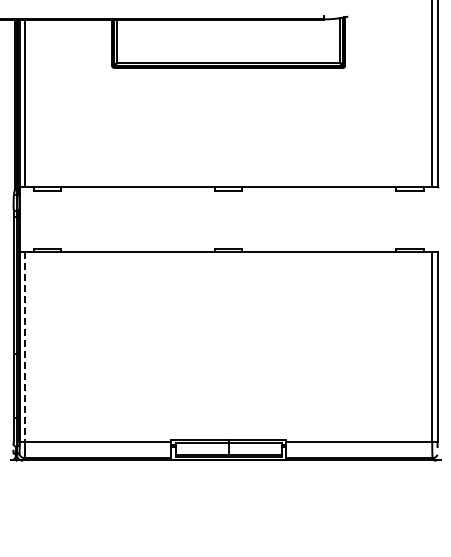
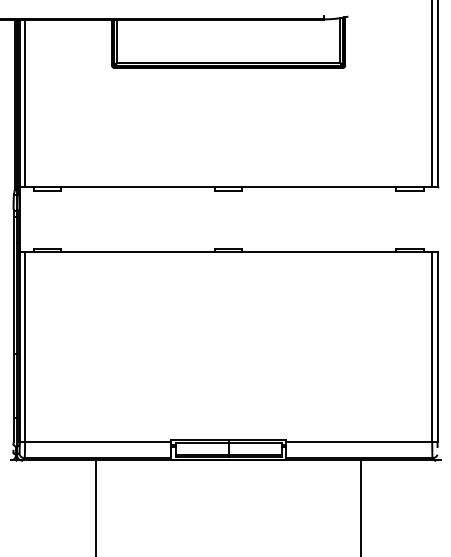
line at (25, 347): dashed -> solid
line at (96, 506): none -> present
line at (361, 506): none -> present
